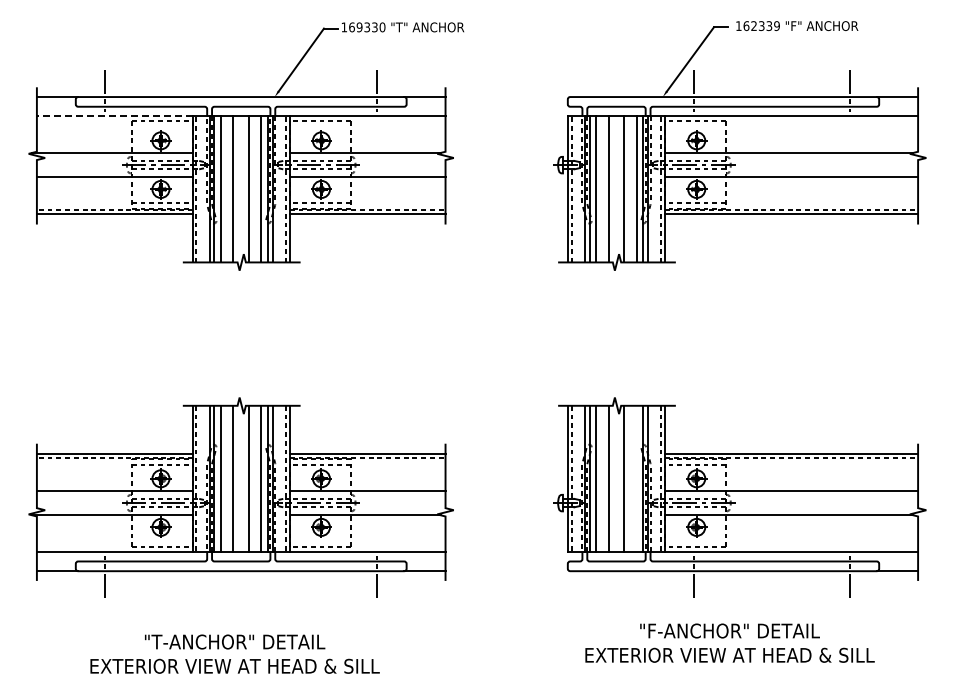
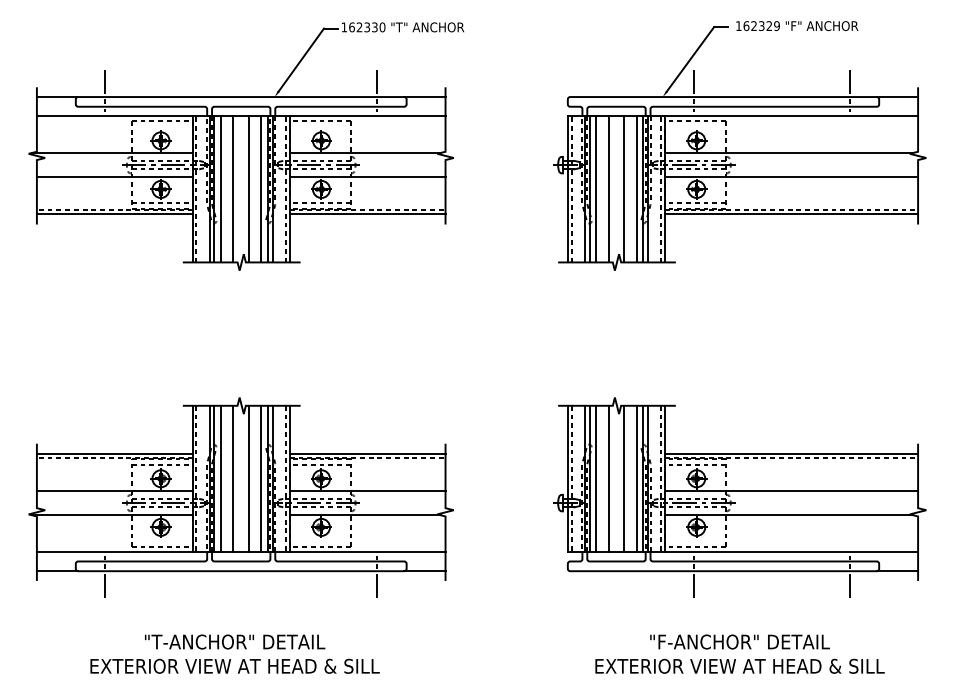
text at (769, 26): 162339 -> 162329
text at (359, 27): 169330 -> 162330
line at (114, 116): dashed -> solid
line at (636, 478): none -> present
text at (729, 642) position: (729, 642) -> (739, 653)
